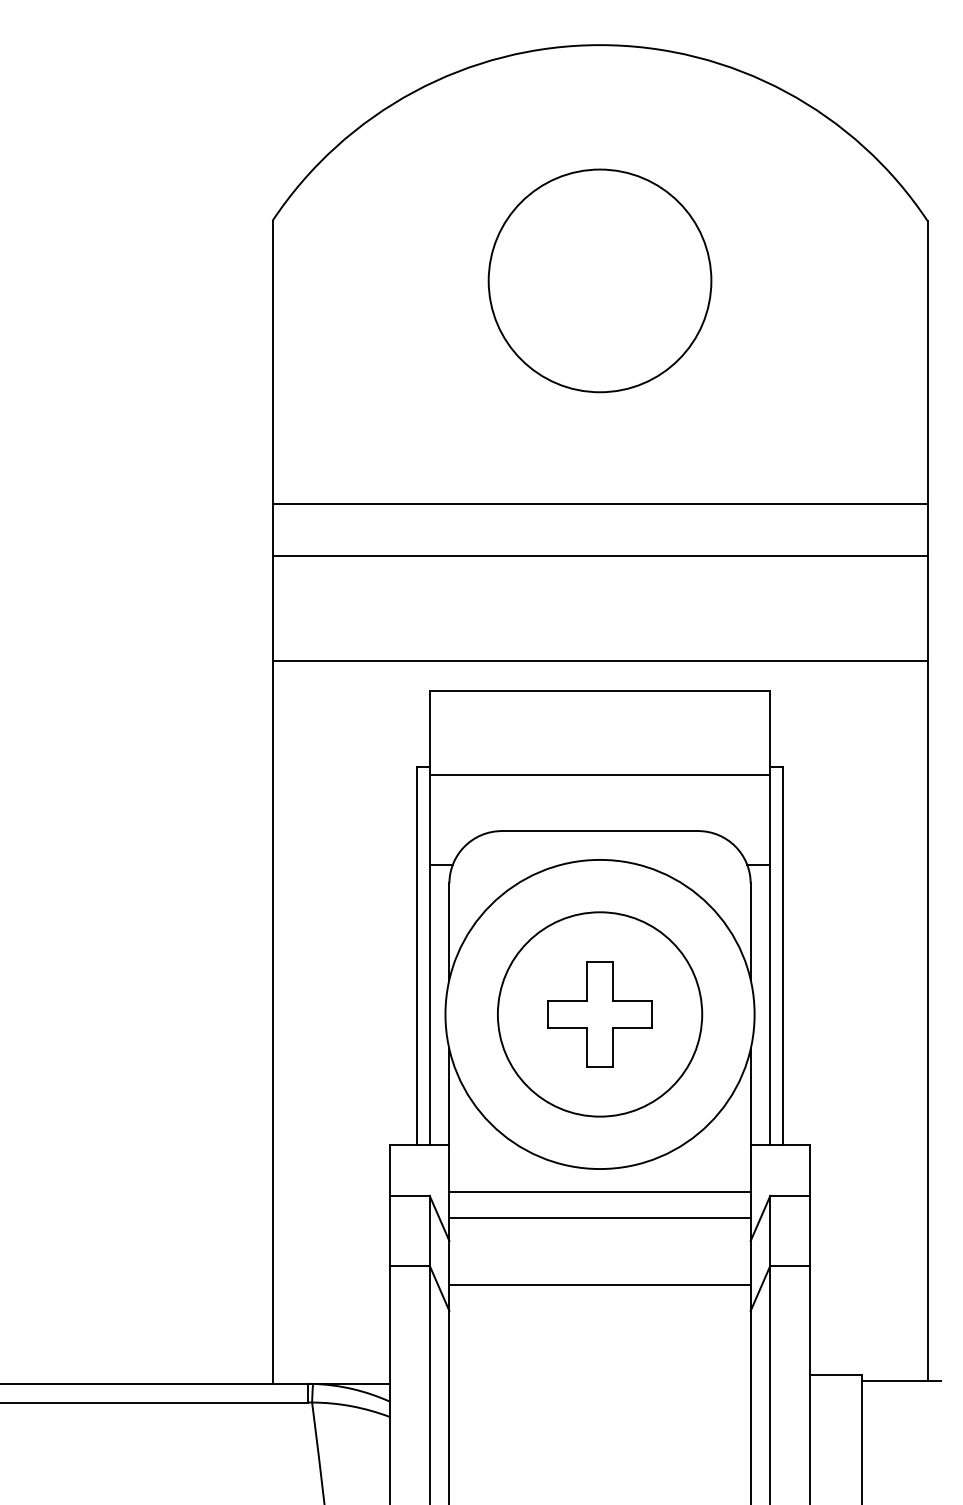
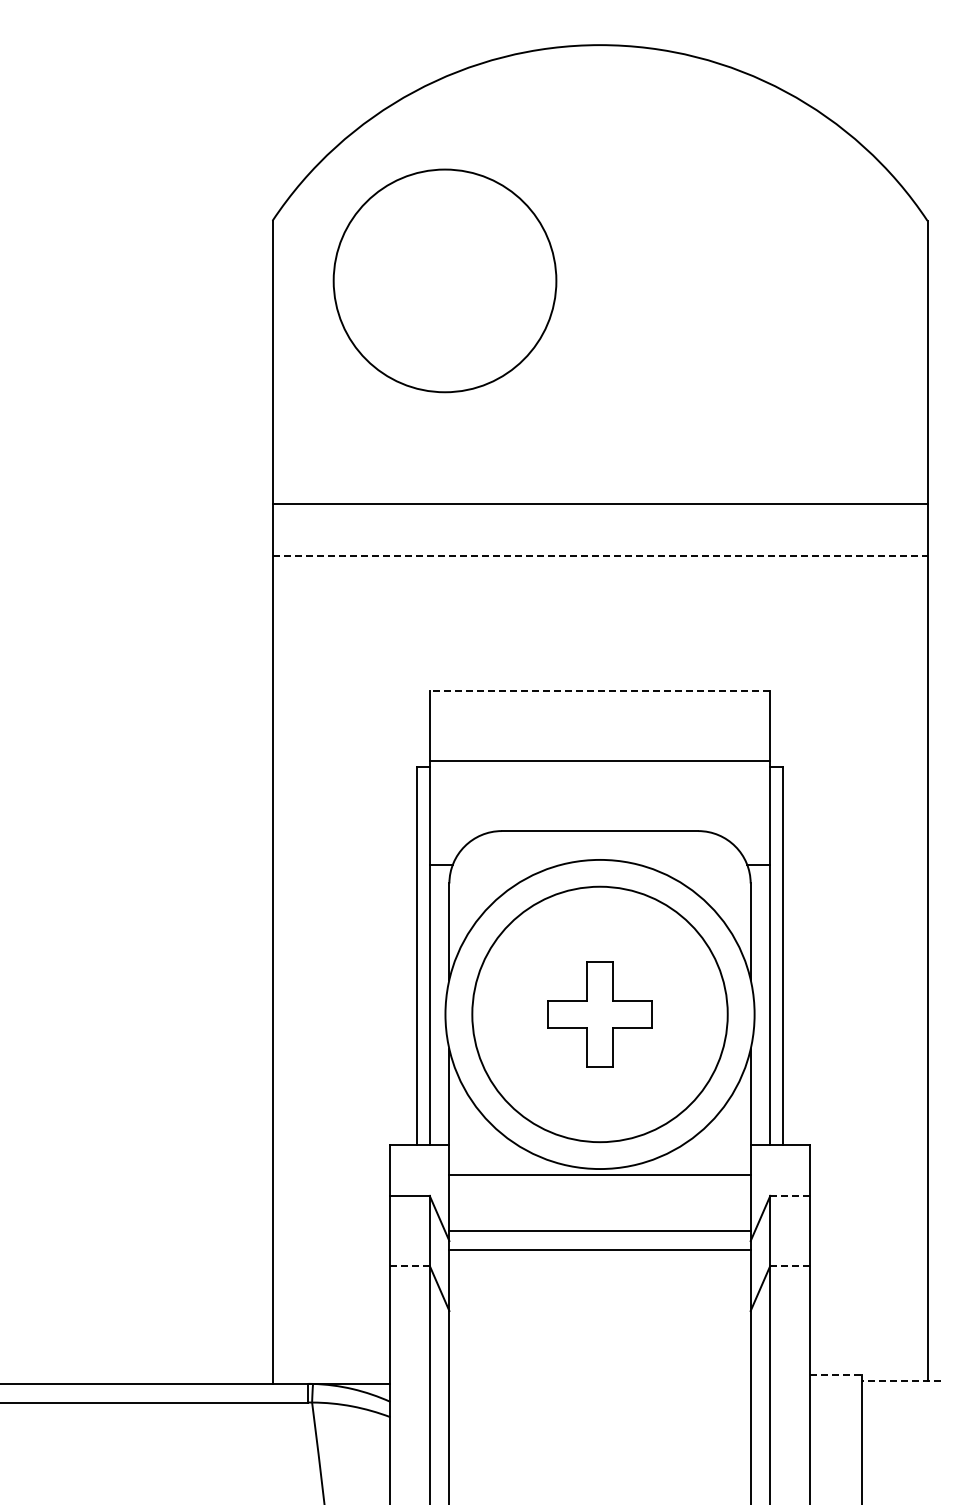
circle at (599, 280) position: (599, 280) -> (444, 280)
line at (600, 556): solid -> dashed
line at (599, 660): present -> none
line at (599, 691): solid -> dashed
line at (599, 774) position: (599, 774) -> (599, 760)
circle at (599, 1014) diameter: 204 px -> 255 px
line at (599, 1192) position: (599, 1192) -> (599, 1175)
line at (789, 1195): solid -> dashed
line at (599, 1218) position: (599, 1218) -> (599, 1231)
line at (410, 1265): solid -> dashed
line at (789, 1265): solid -> dashed
line at (599, 1285) position: (599, 1285) -> (599, 1250)
line at (836, 1374): solid -> dashed
line at (900, 1381): solid -> dashed
